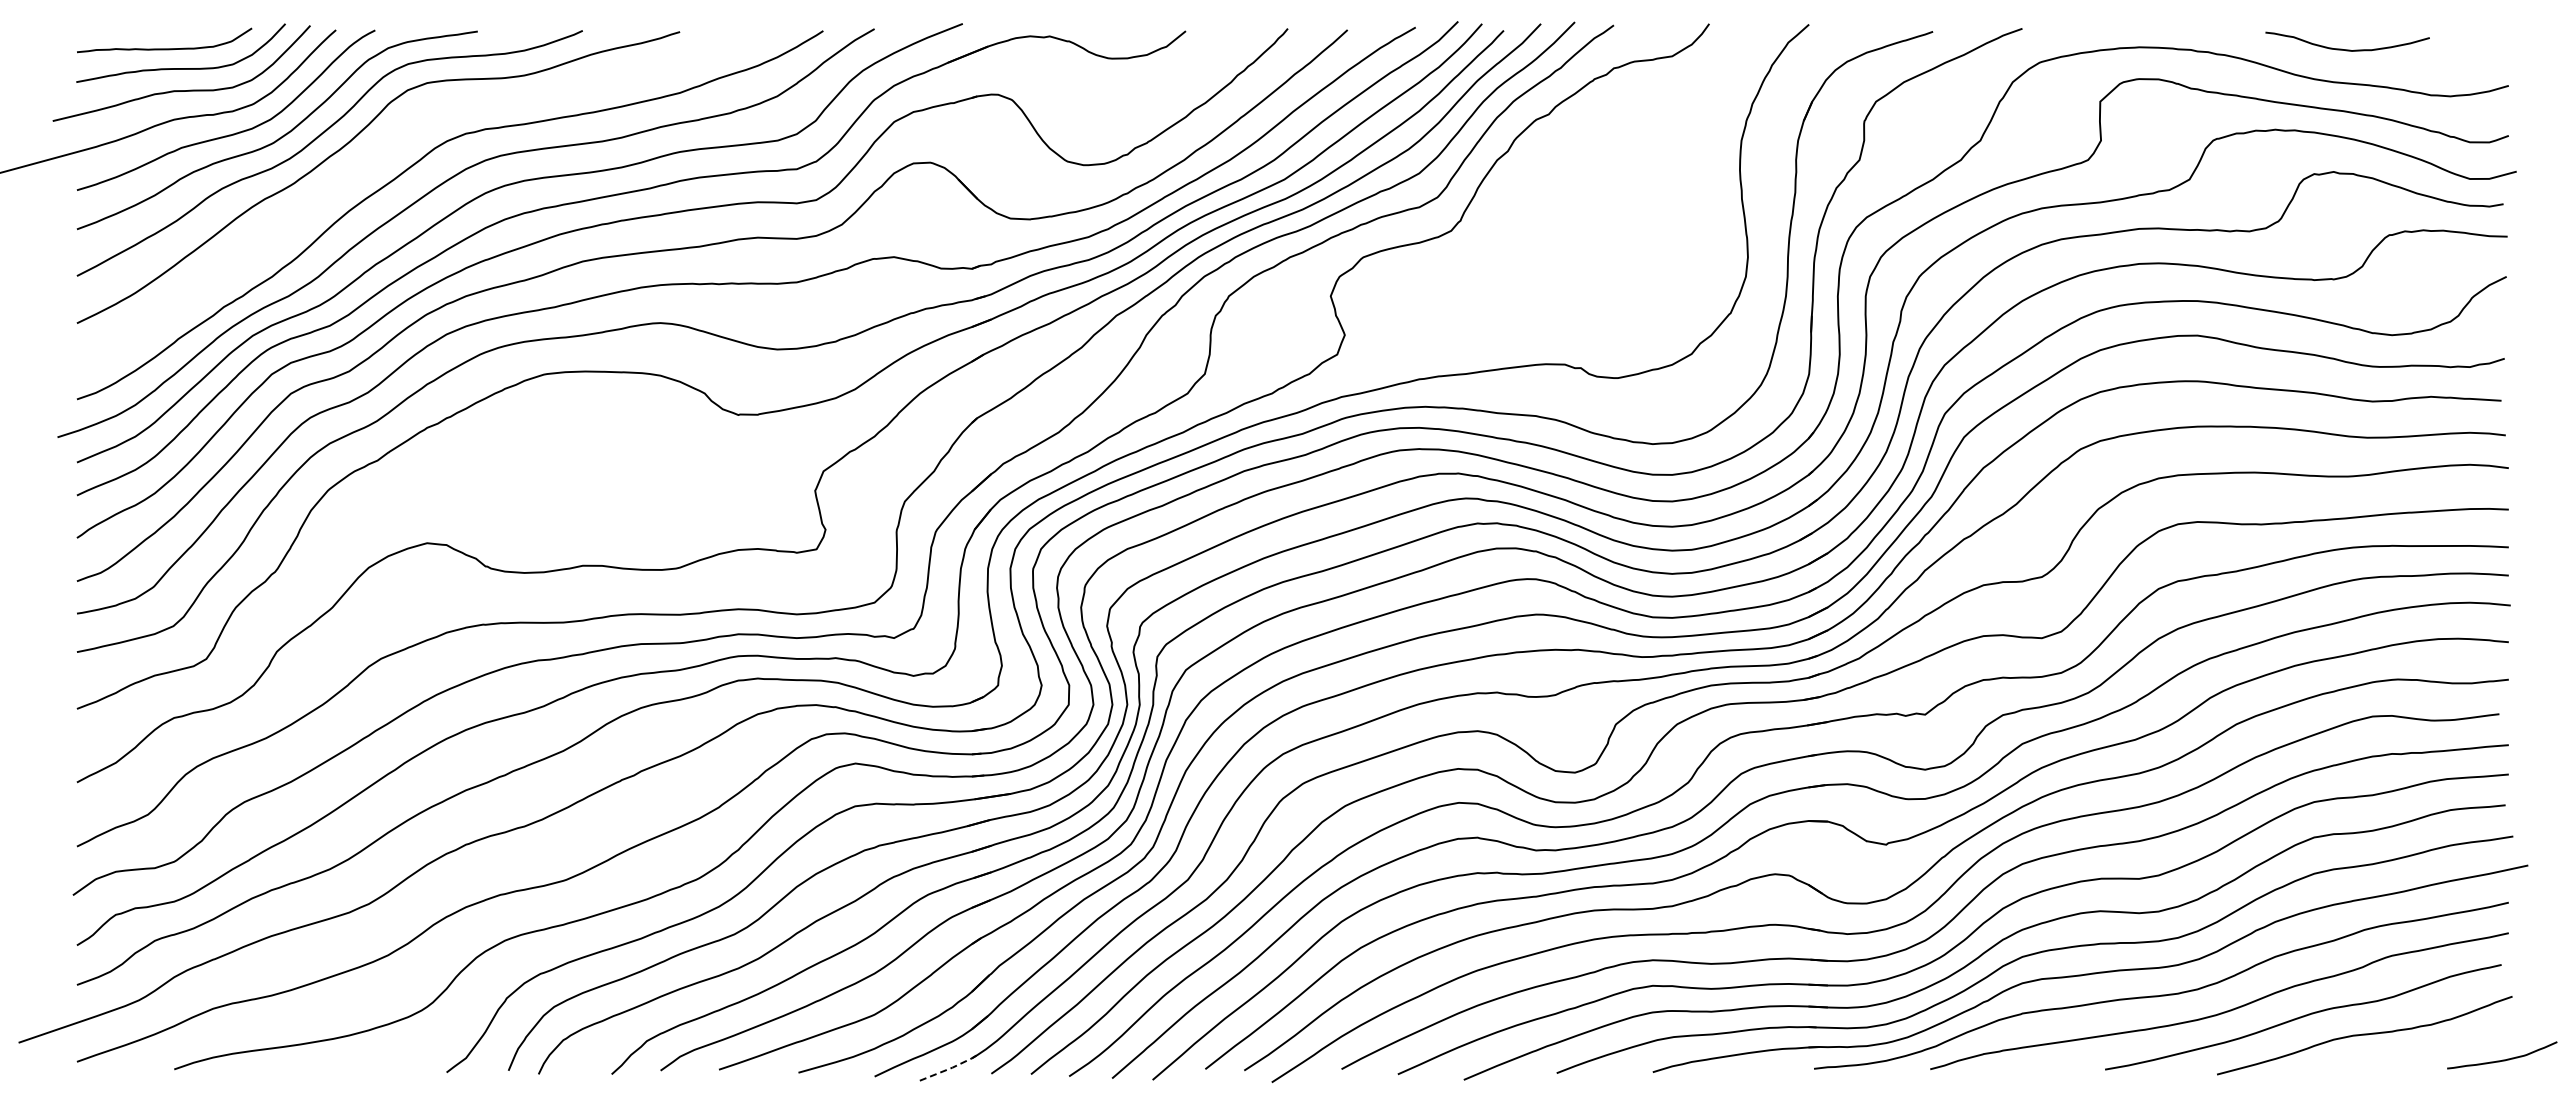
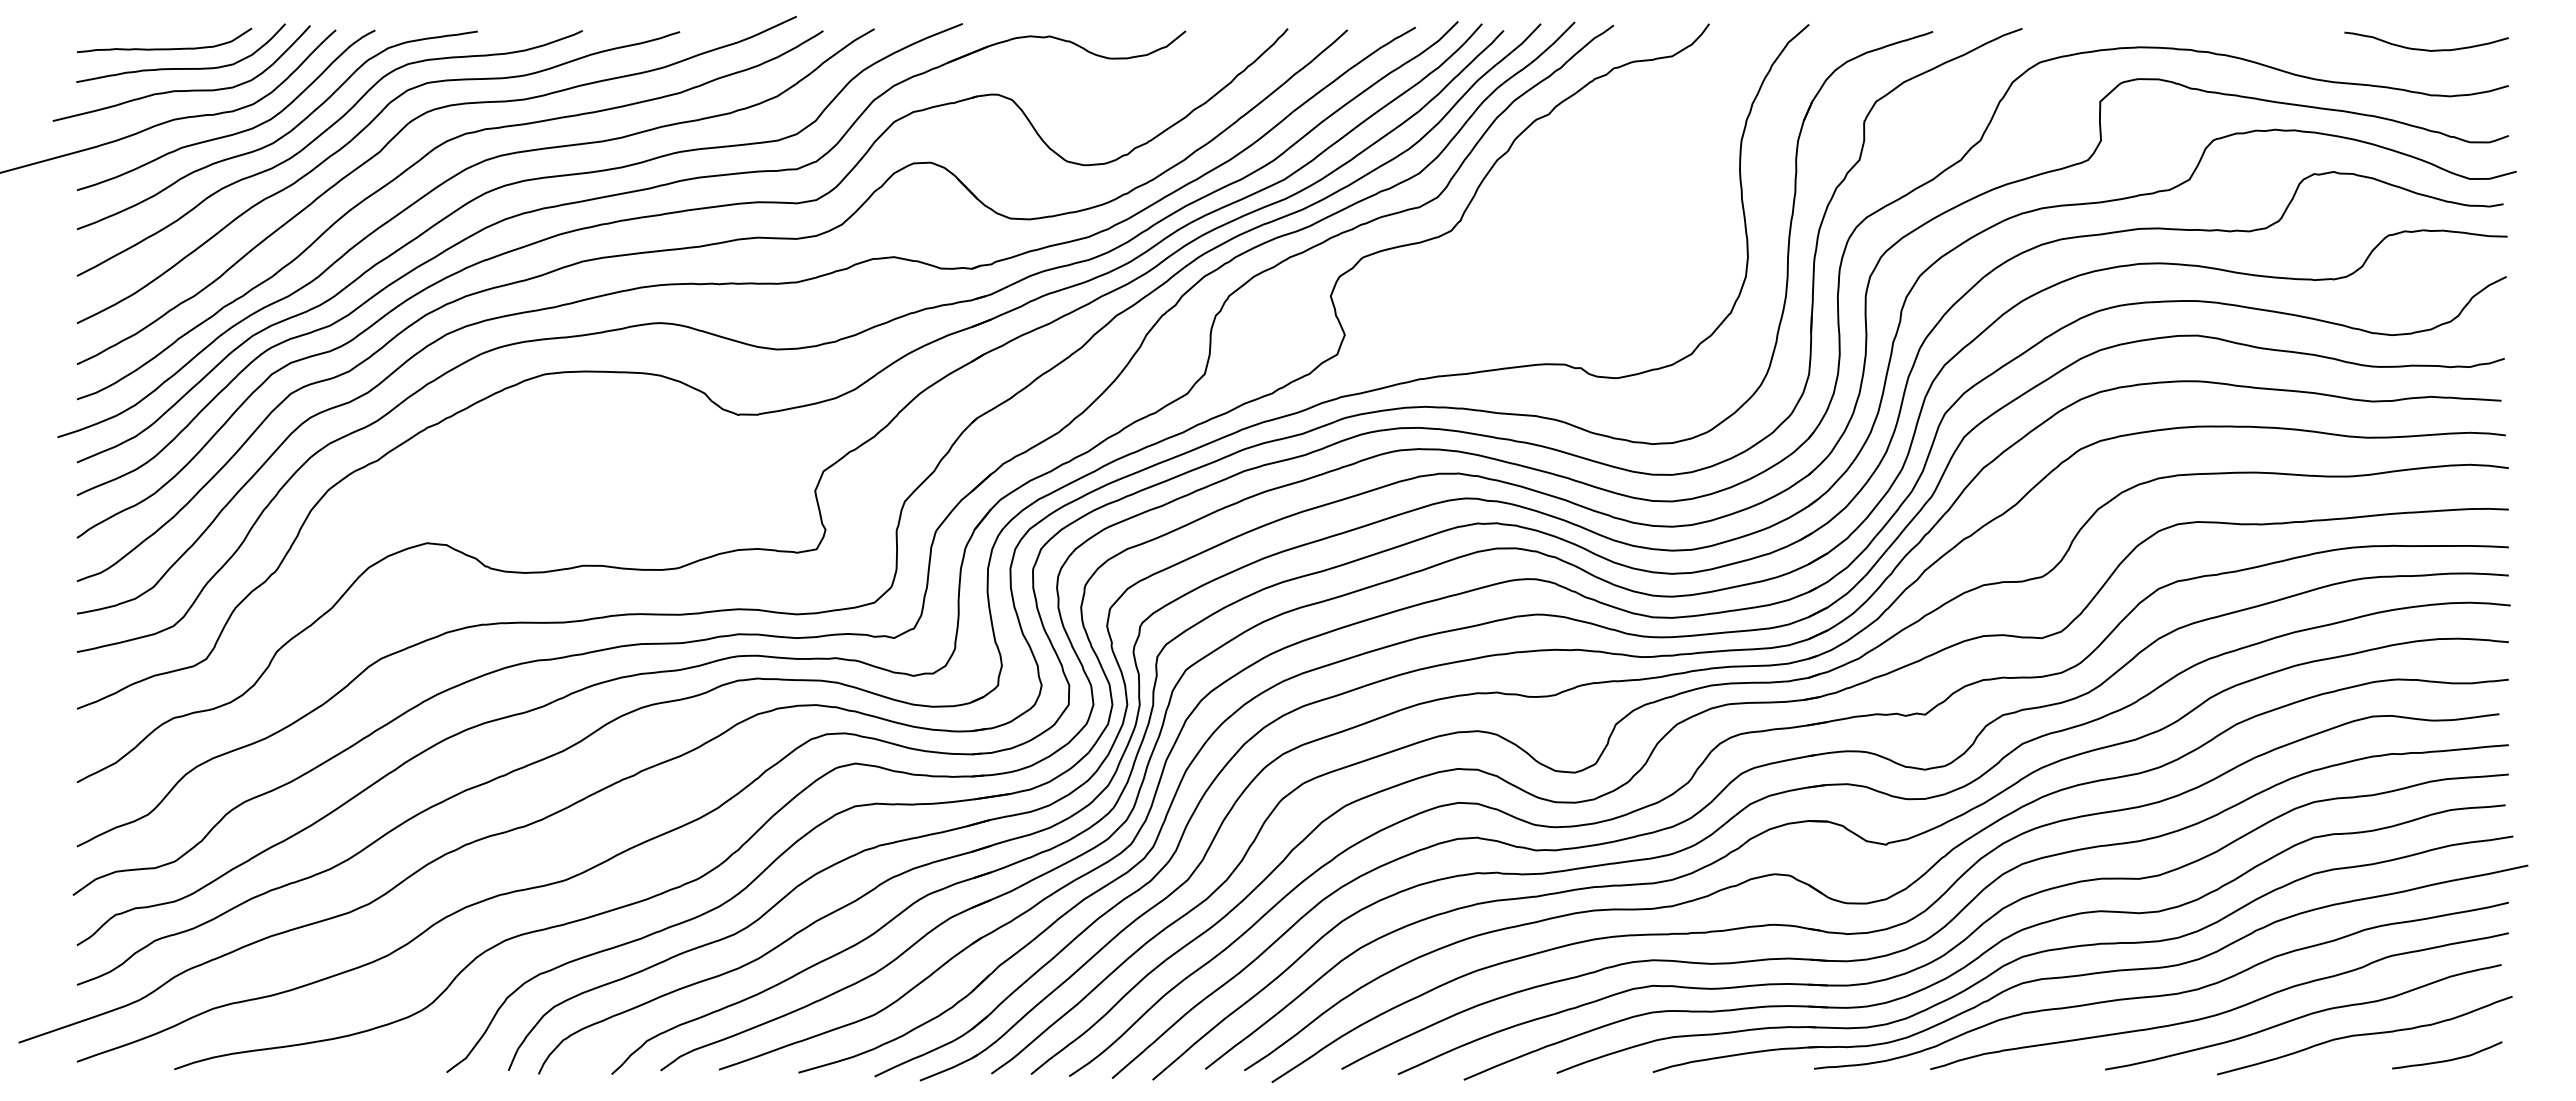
curve at (2347, 49) position: (2347, 49) -> (2426, 49)
curve at (390, 142): none -> present
curve at (2502, 1059) position: (2502, 1059) -> (2447, 1059)
line at (950, 1068): dashed -> solid
